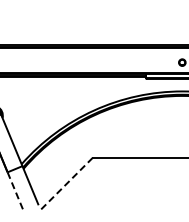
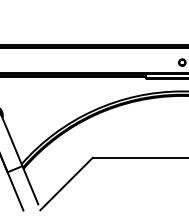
line at (66, 184): dashed -> solid
line at (15, 191): dashed -> solid
